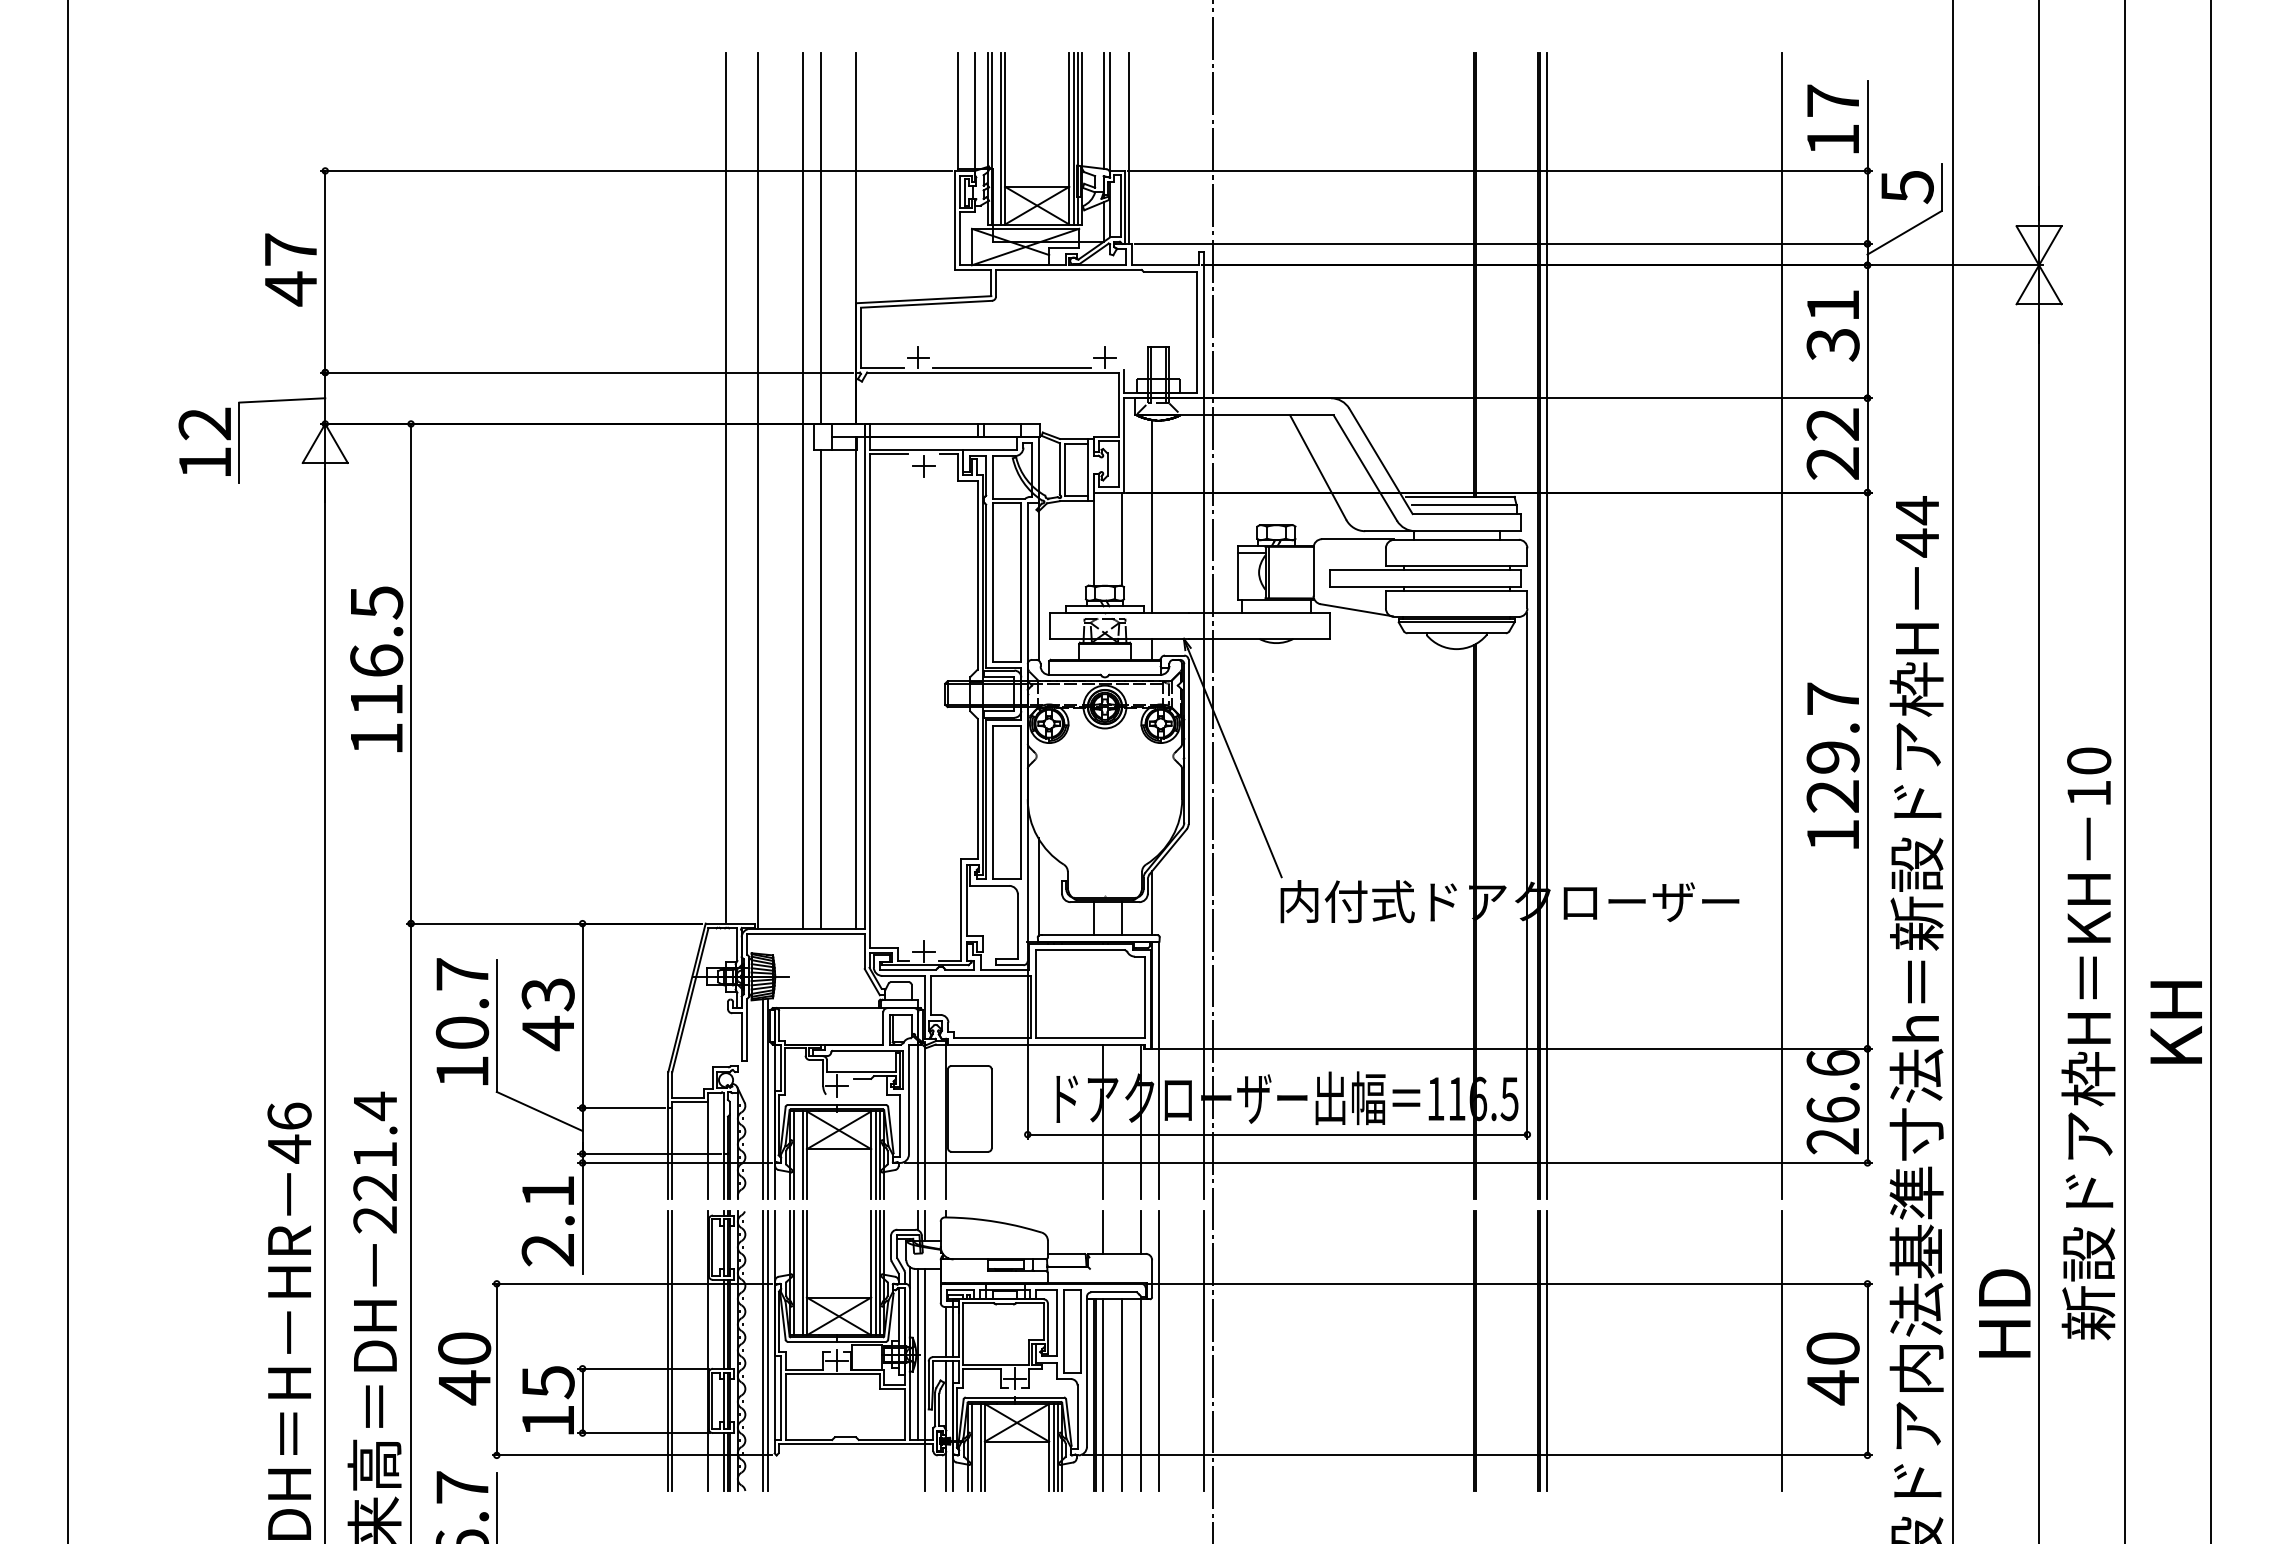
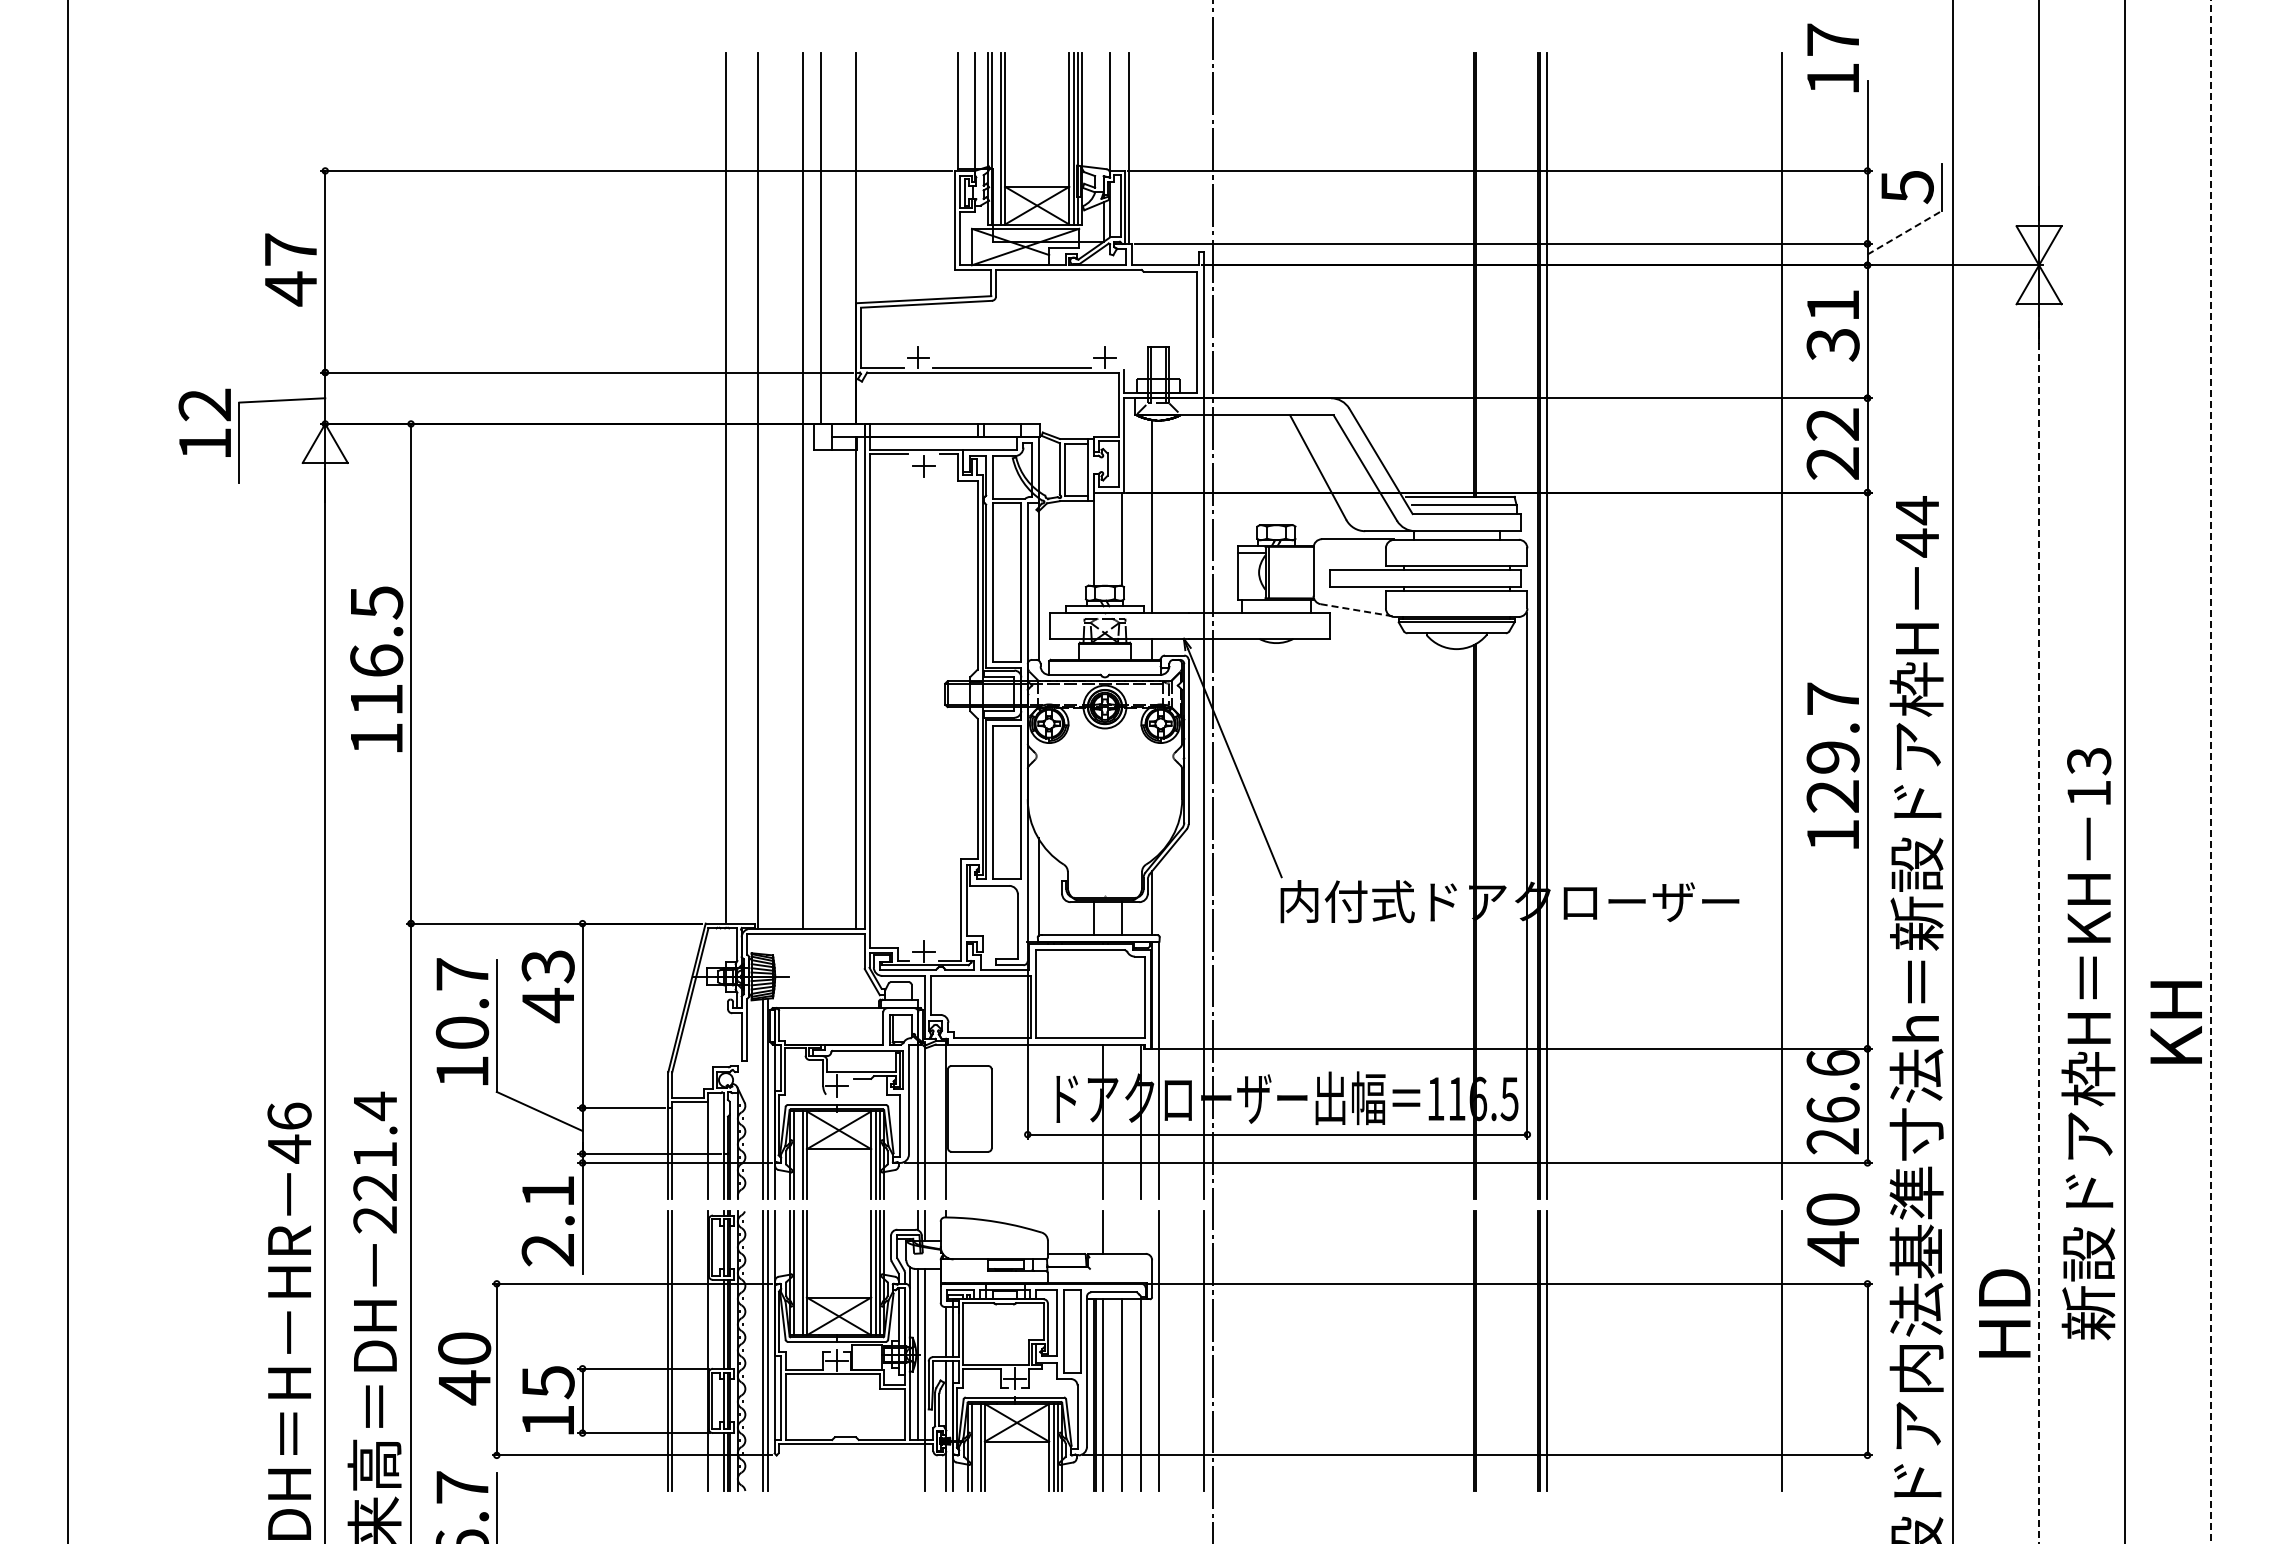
line at (1103, 110): present -> none
text at (1832, 118) position: (1832, 118) -> (1832, 57)
line at (1905, 232): solid -> dashed
text at (204, 441) position: (204, 441) -> (204, 422)
line at (1356, 610): solid -> dashed
line at (820, 688): present -> none
text at (2089, 761): 10 -> 13
line at (2210, 771): solid -> dashed
line at (2039, 927): solid -> dashed
text at (547, 1014) position: (547, 1014) -> (547, 986)
line at (1141, 1232): present -> none
text at (1832, 1368) position: (1832, 1368) -> (1832, 1229)
